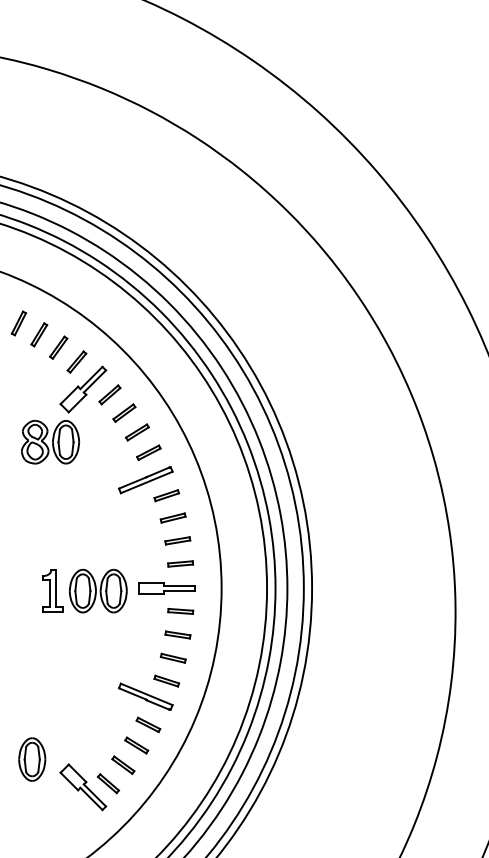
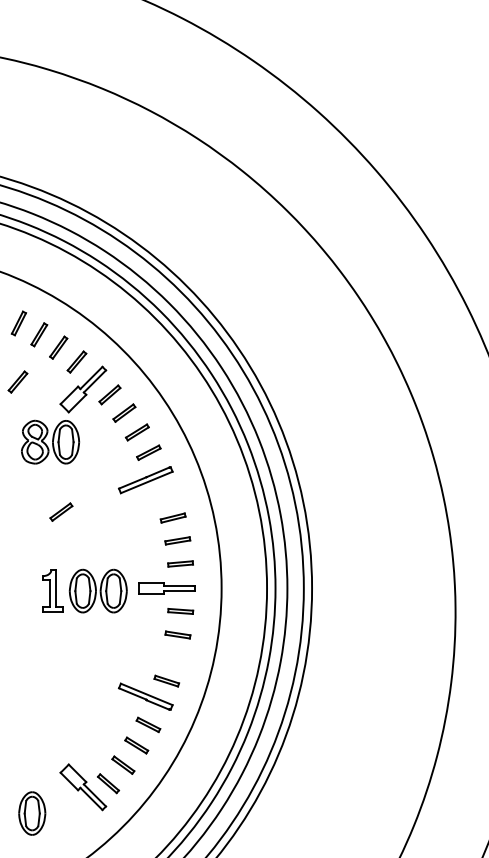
part at (17, 381): none -> present
part at (166, 495): present -> none
part at (61, 511): none -> present
part at (172, 657): present -> none
part at (32, 759) position: (32, 759) -> (32, 813)
